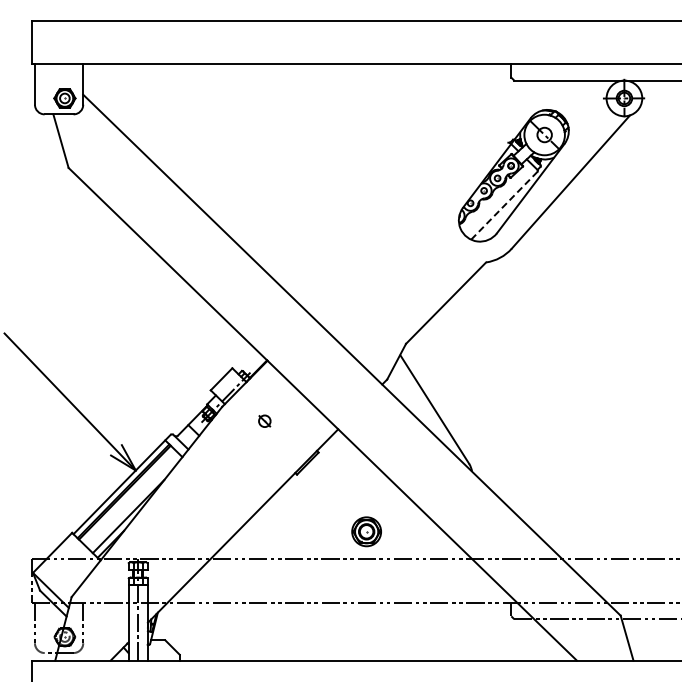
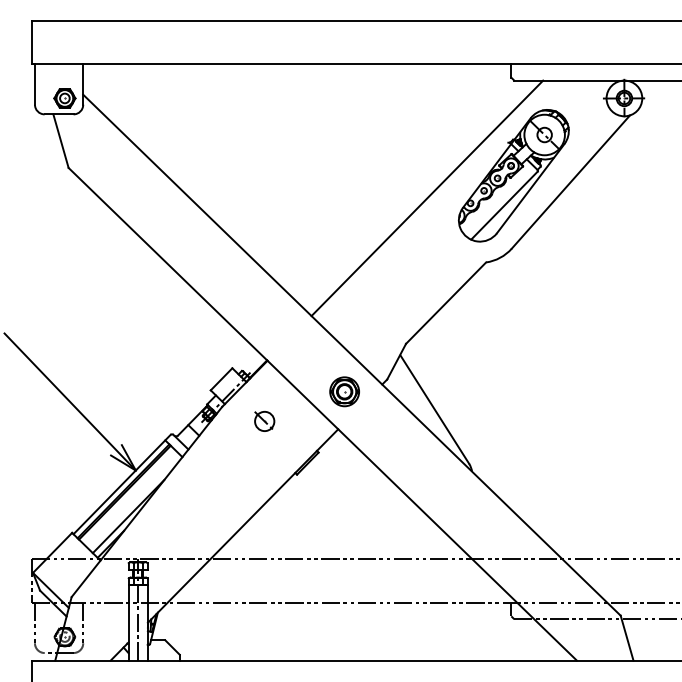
line at (427, 198): none -> present
line at (504, 205): dashed -> solid
part at (264, 420) size: 14x14 px -> 22x22 px
part at (366, 531) position: (366, 531) -> (344, 391)
